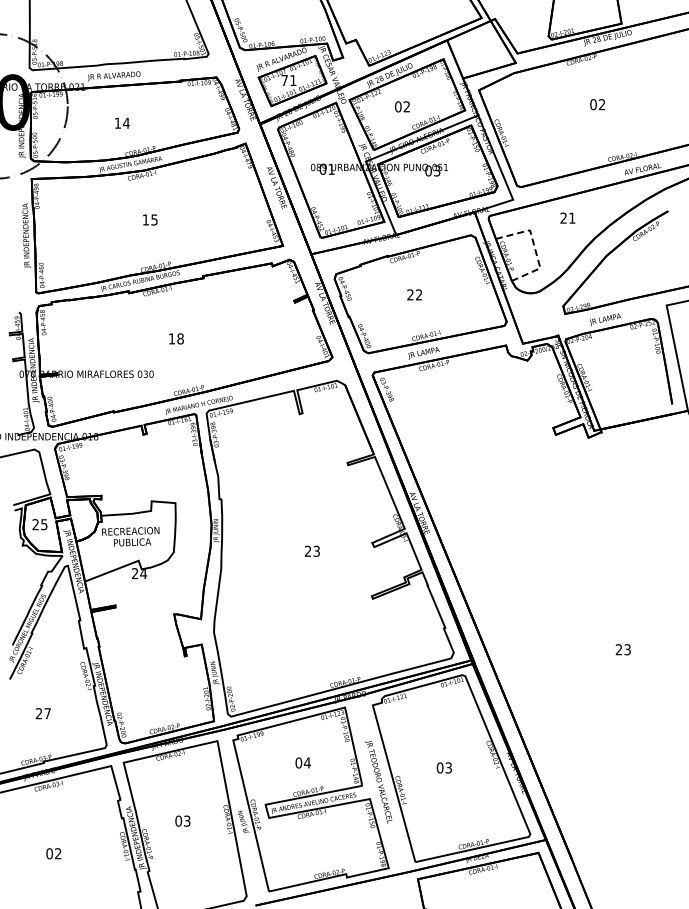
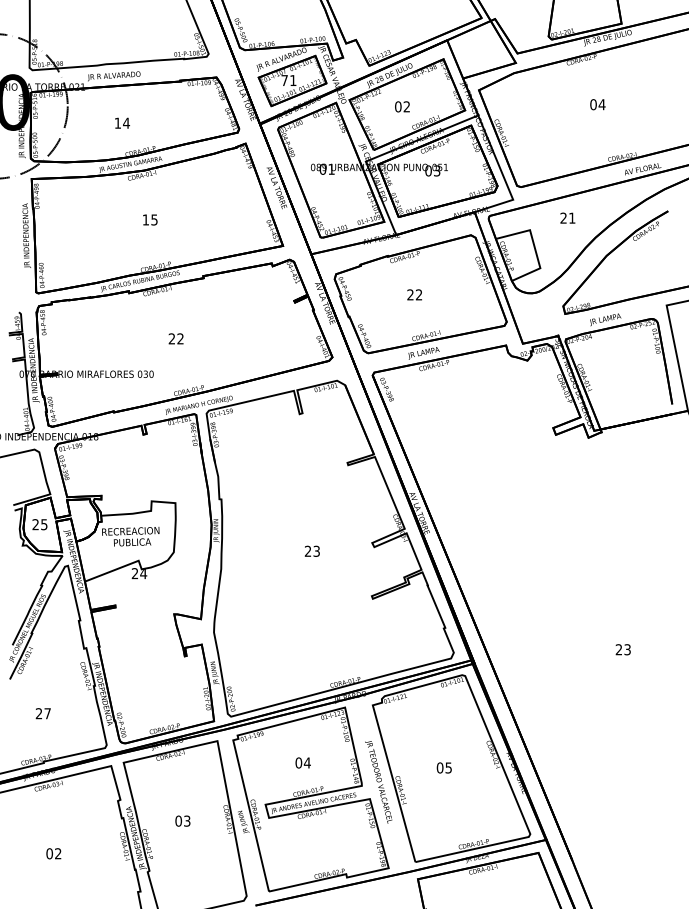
text at (601, 104): 02 -> 04
line at (534, 247): dashed -> solid
text at (175, 338): 18 -> 22
text at (448, 767): 03 -> 05
